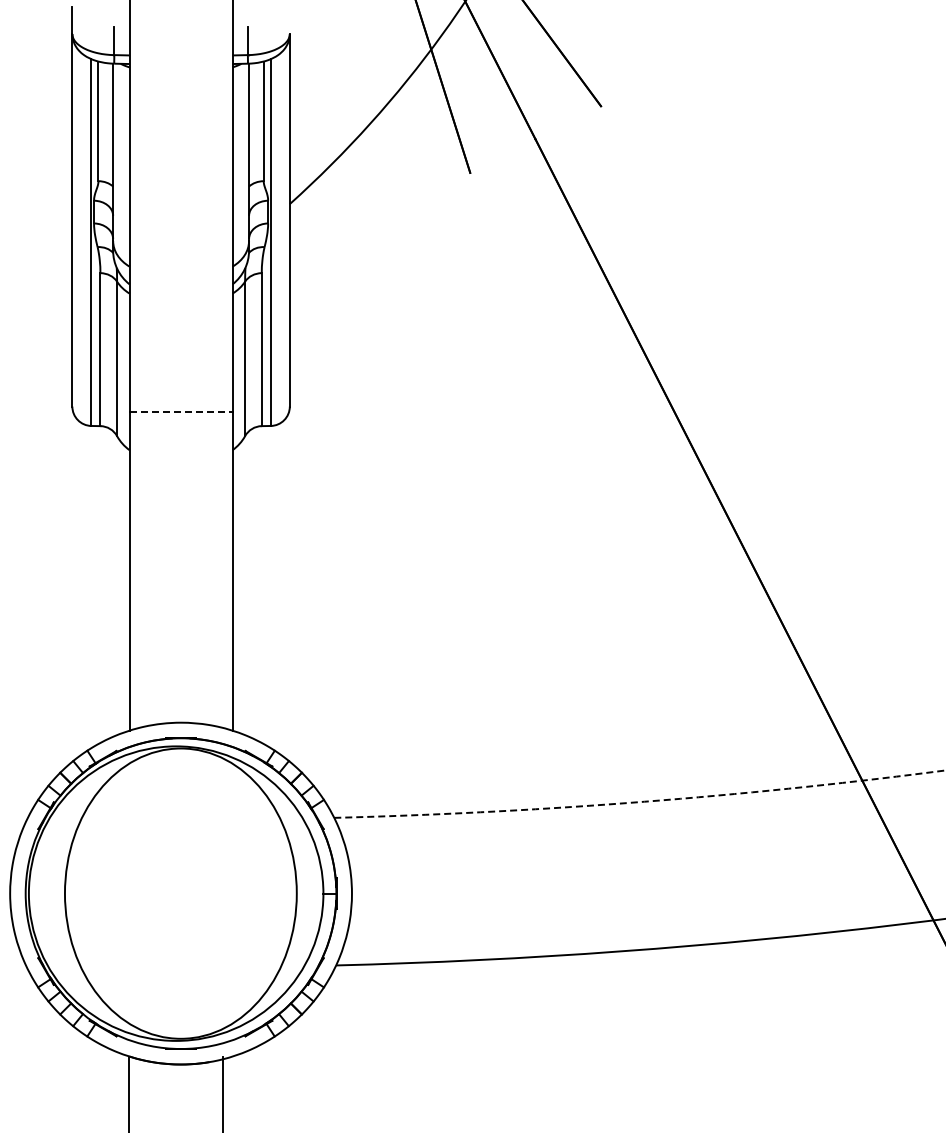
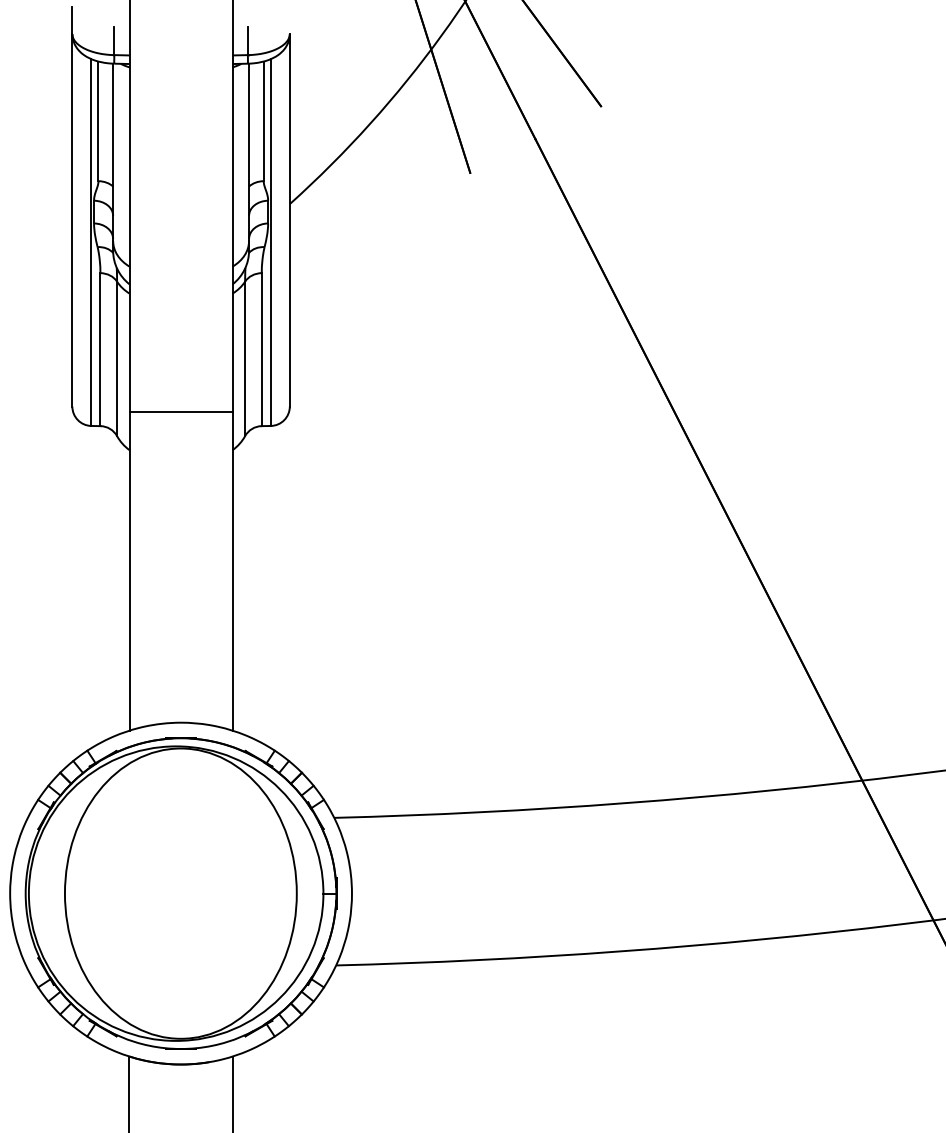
line at (181, 412): dashed -> solid
arc at (641, 801): dashed -> solid
line at (222, 1092) position: (222, 1092) -> (232, 1092)
